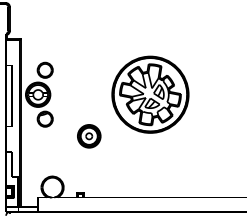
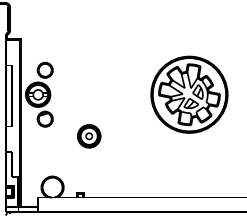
part at (150, 94) position: (150, 94) -> (189, 94)
